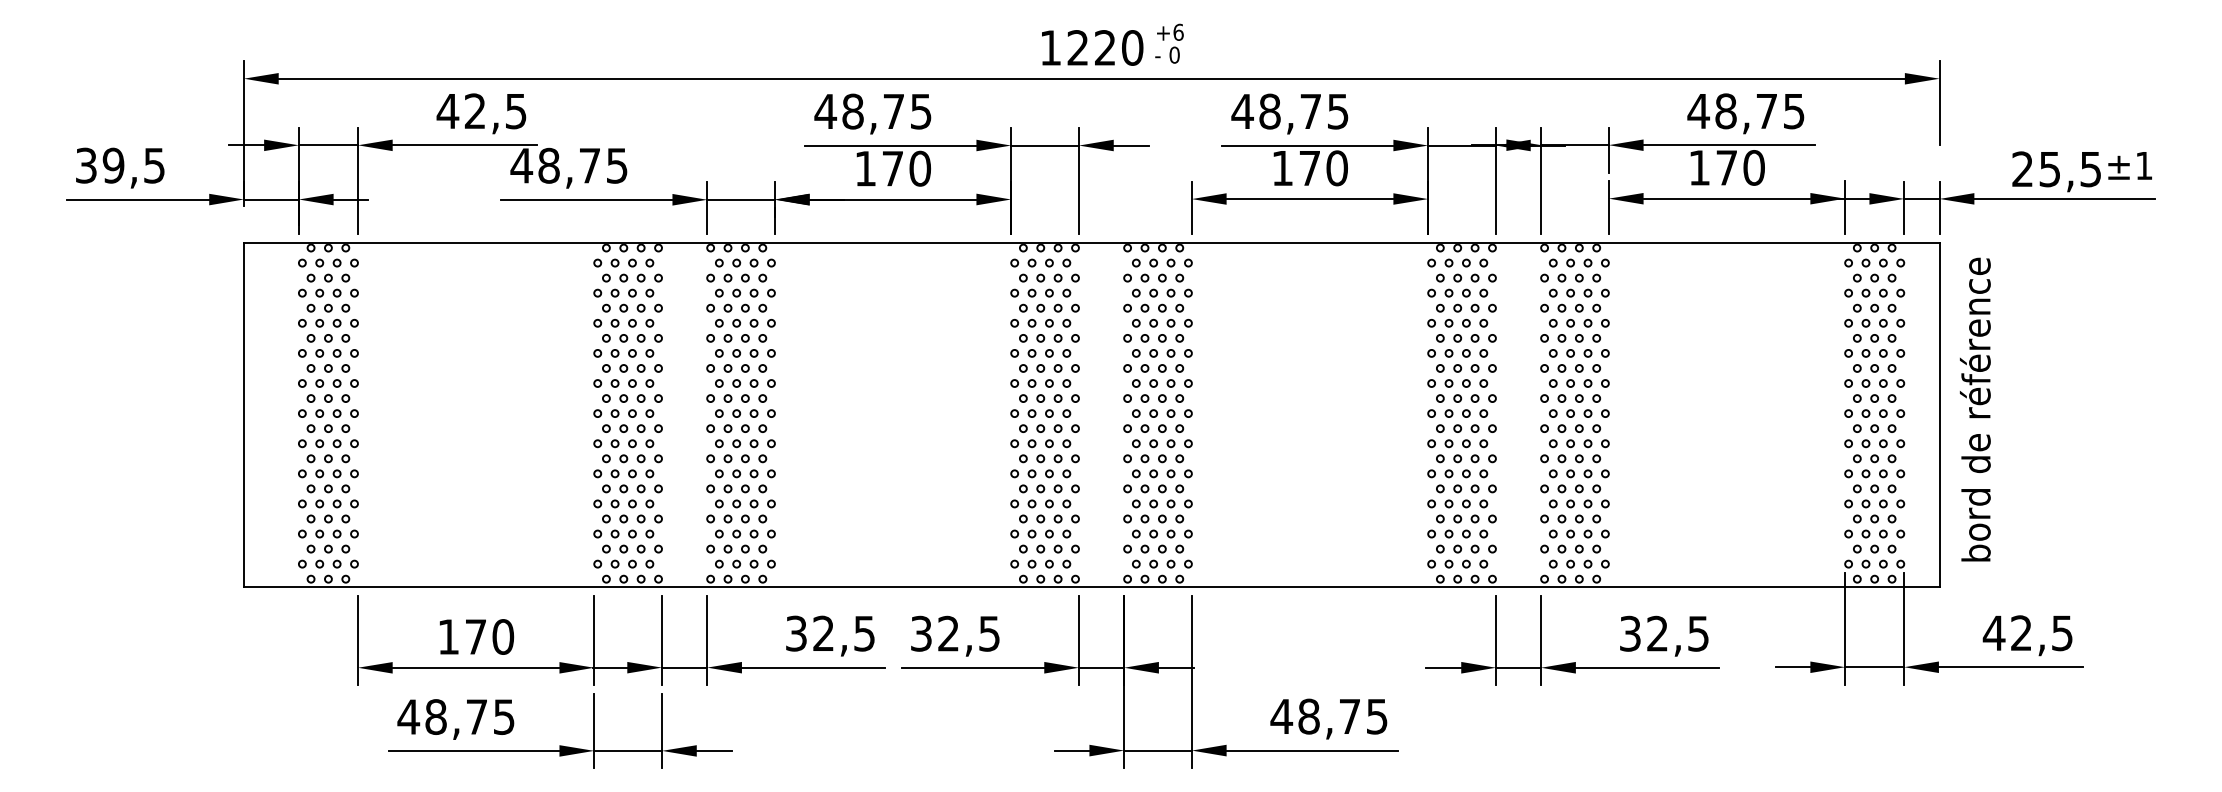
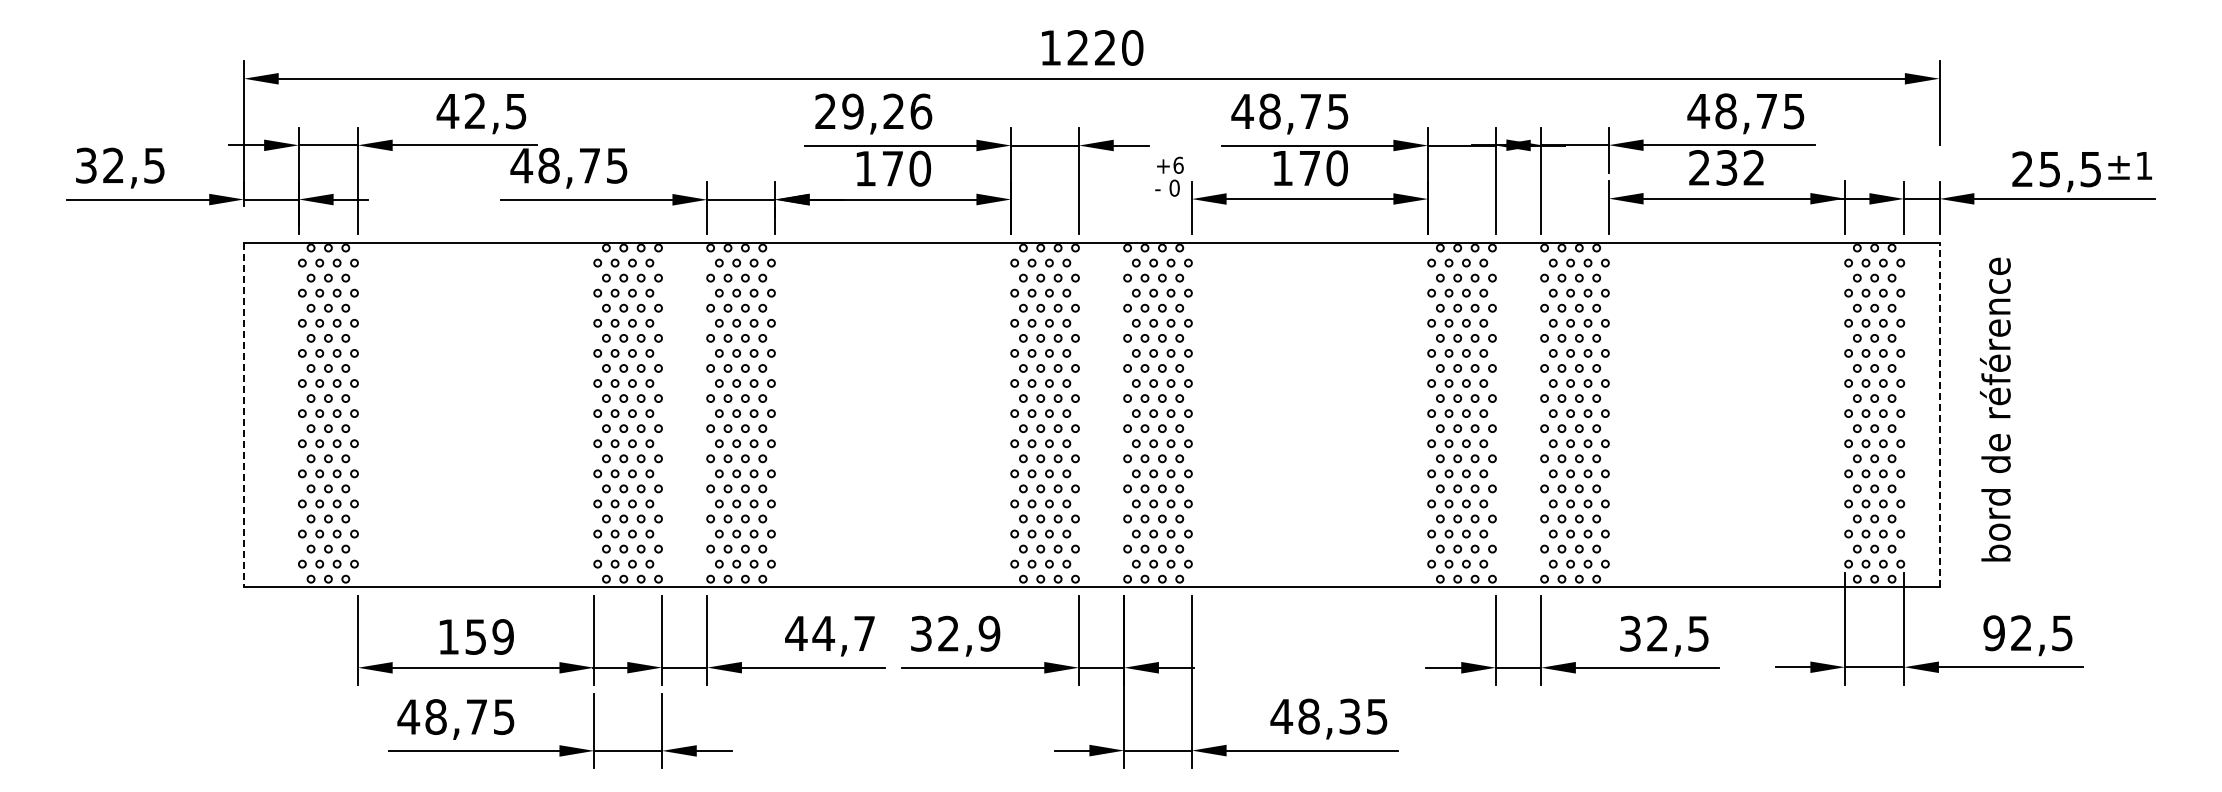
text at (1169, 43) position: (1169, 43) -> (1169, 176)
text at (873, 111): 48,75 -> 29,26
text at (113, 165): 39,5 -> 32,5
text at (1726, 167): 170 -> 232
text at (1974, 409) position: (1974, 409) -> (1994, 409)
line at (1939, 414): solid -> dashed
line at (244, 415): solid -> dashed
text at (829, 633): 32,5 -> 44,7
text at (989, 633): 32,5 -> 32,9
text at (1993, 633): 42,5 -> 92,5
text at (489, 636): 170 -> 159
text at (1349, 716): 48,75 -> 48,35
